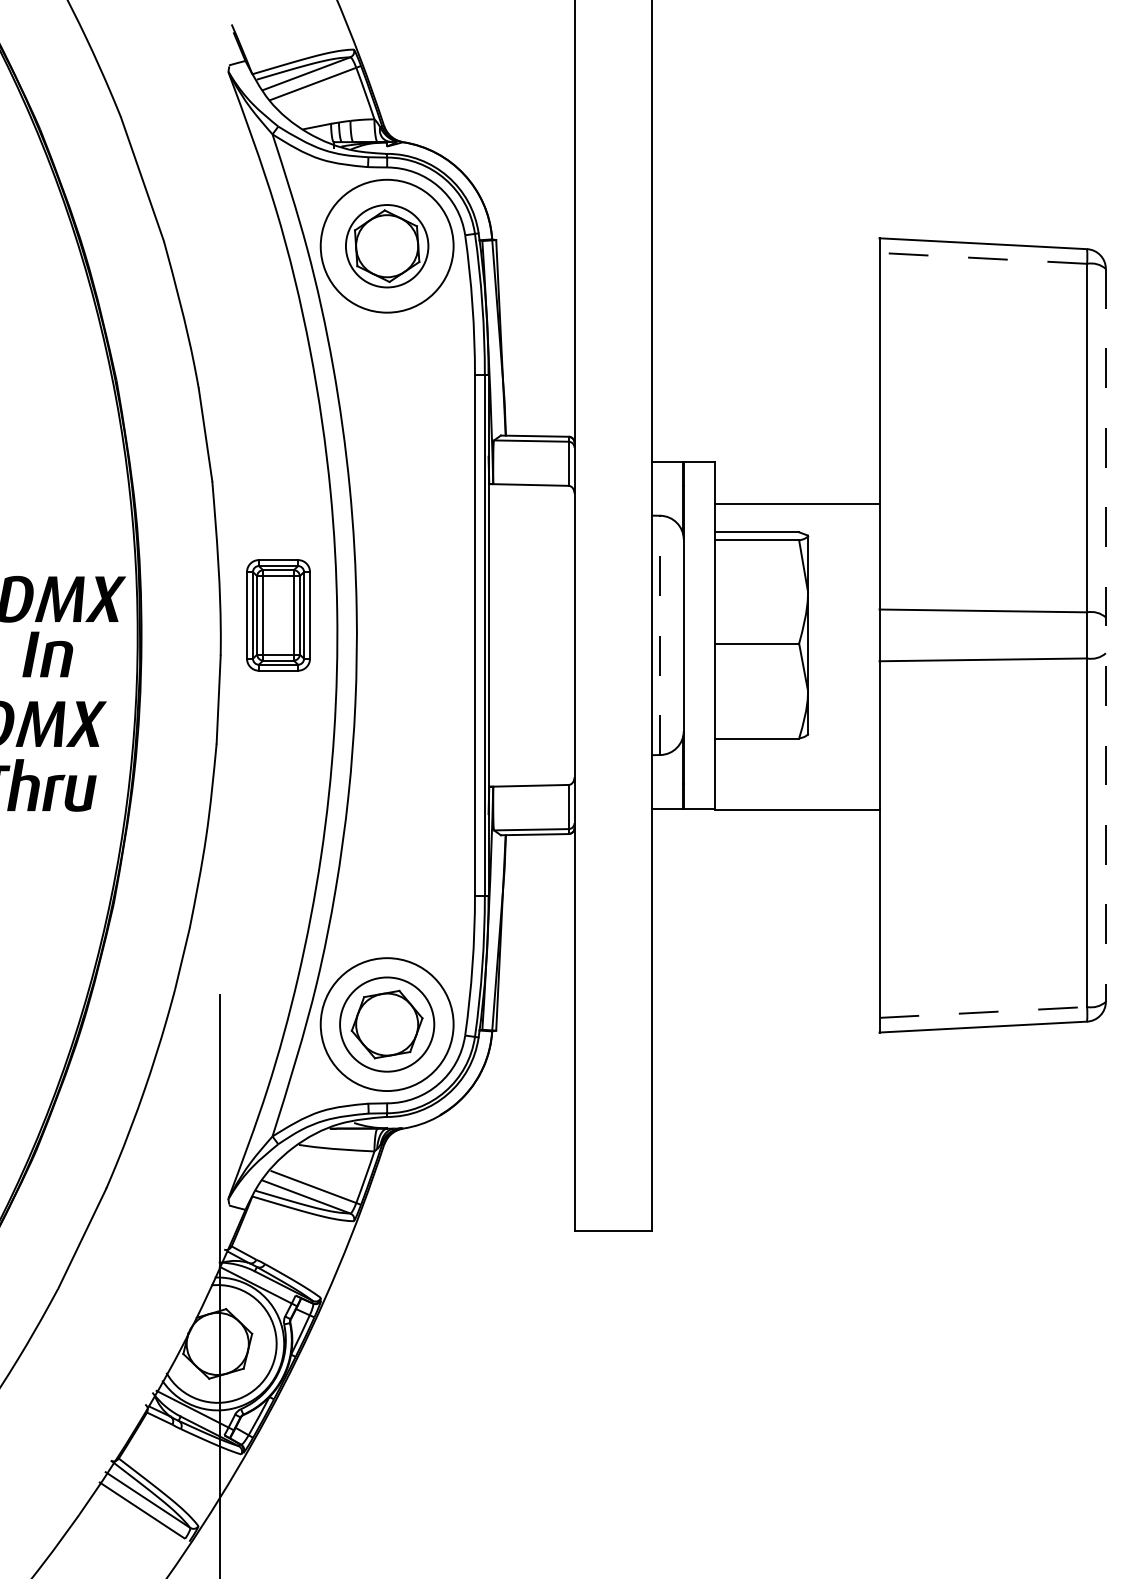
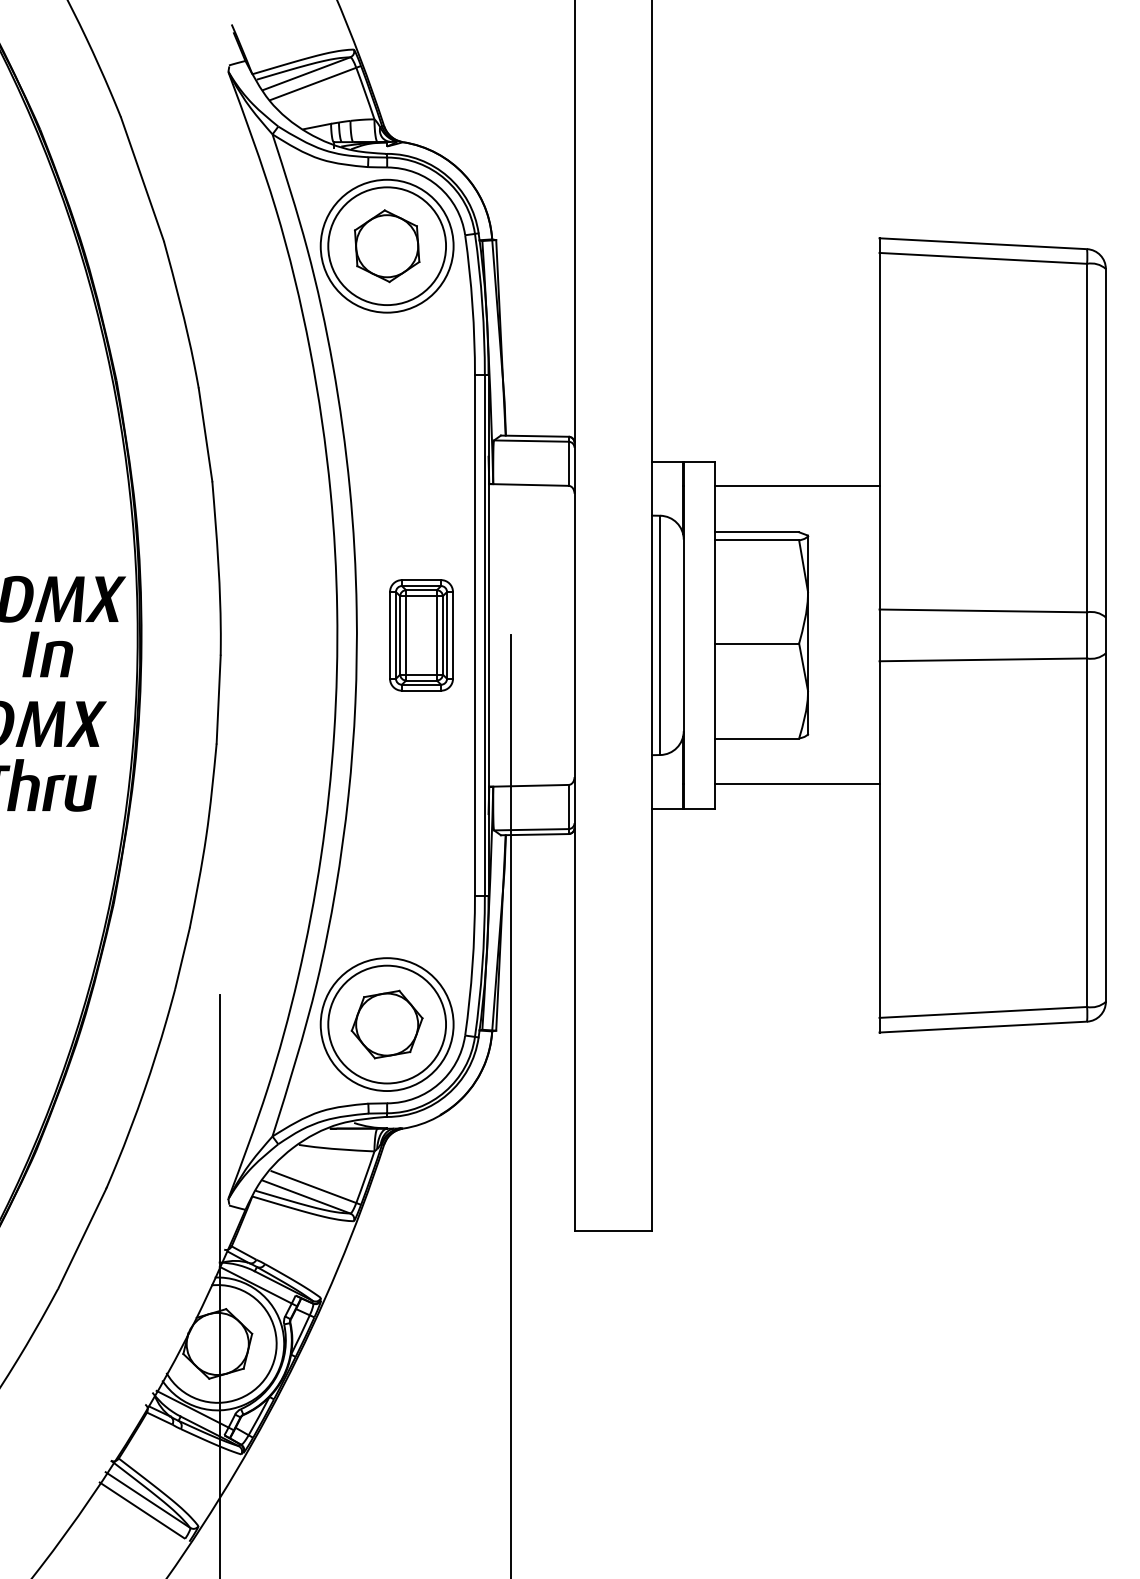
circle at (386, 246) diameter: 82 px -> 118 px
line at (983, 258): dashed -> solid
line at (796, 504) position: (796, 504) -> (796, 486)
part at (278, 615) position: (278, 615) -> (421, 635)
line at (660, 635): dashed -> solid
line at (1105, 635): dashed -> solid
line at (796, 810) position: (796, 810) -> (796, 784)
line at (983, 1012): dashed -> solid
circle at (387, 1024) diameter: 94 px -> 118 px
line at (511, 1105): none -> present
